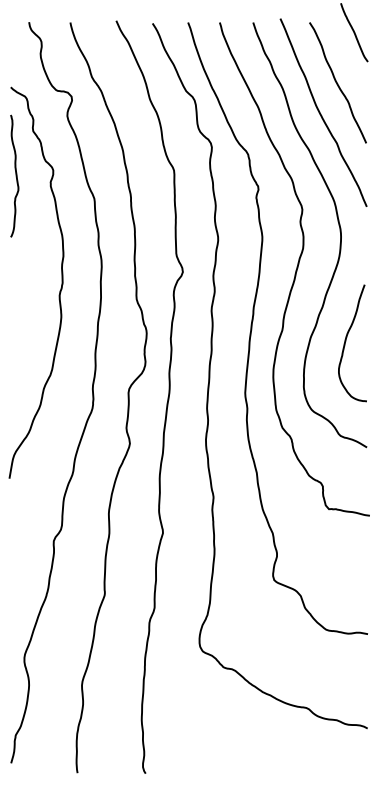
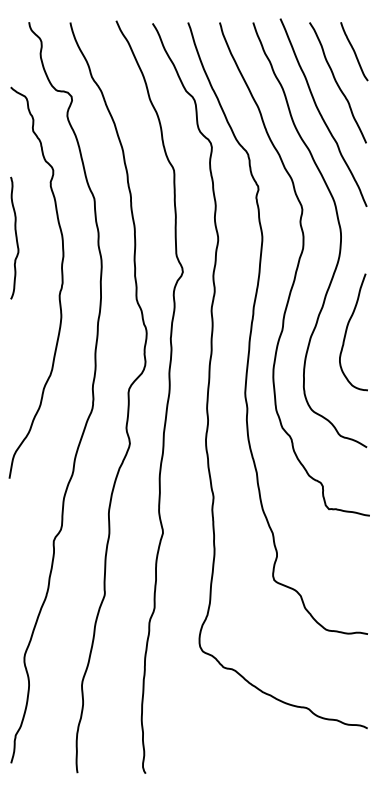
curve at (354, 32) position: (354, 32) -> (354, 51)
curve at (15, 175) position: (15, 175) -> (15, 237)
curve at (346, 341) position: (346, 341) -> (347, 330)
